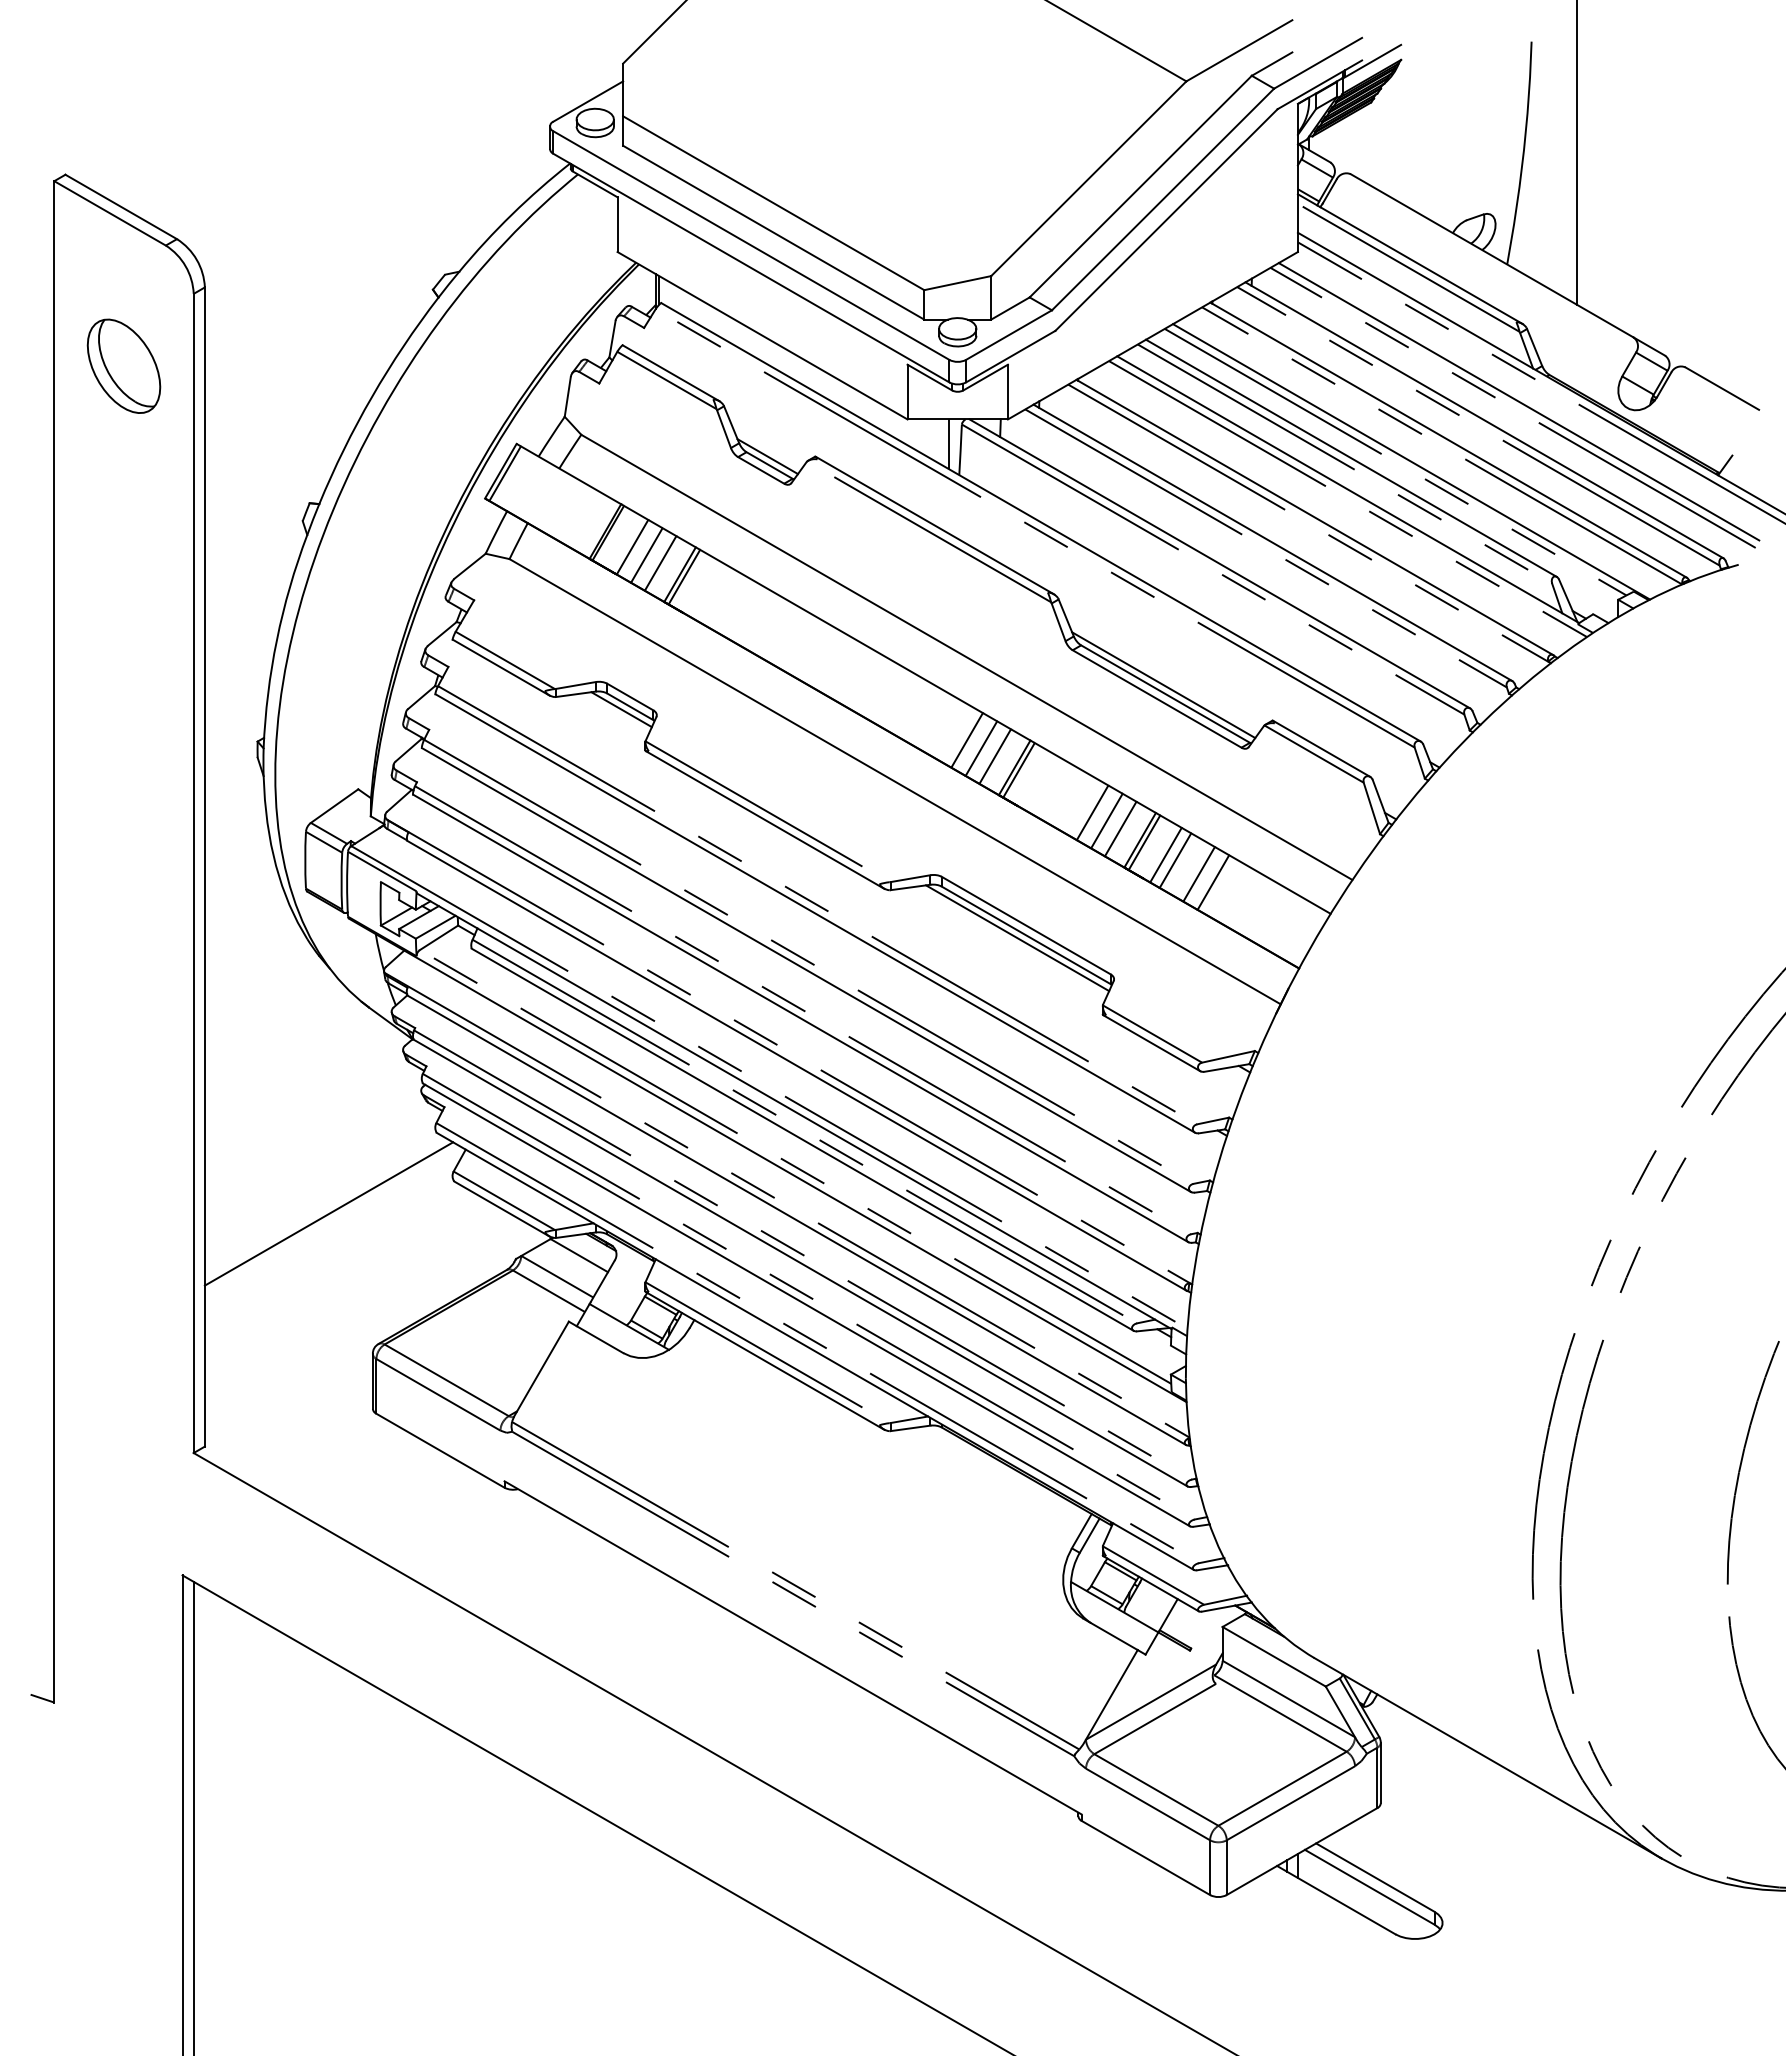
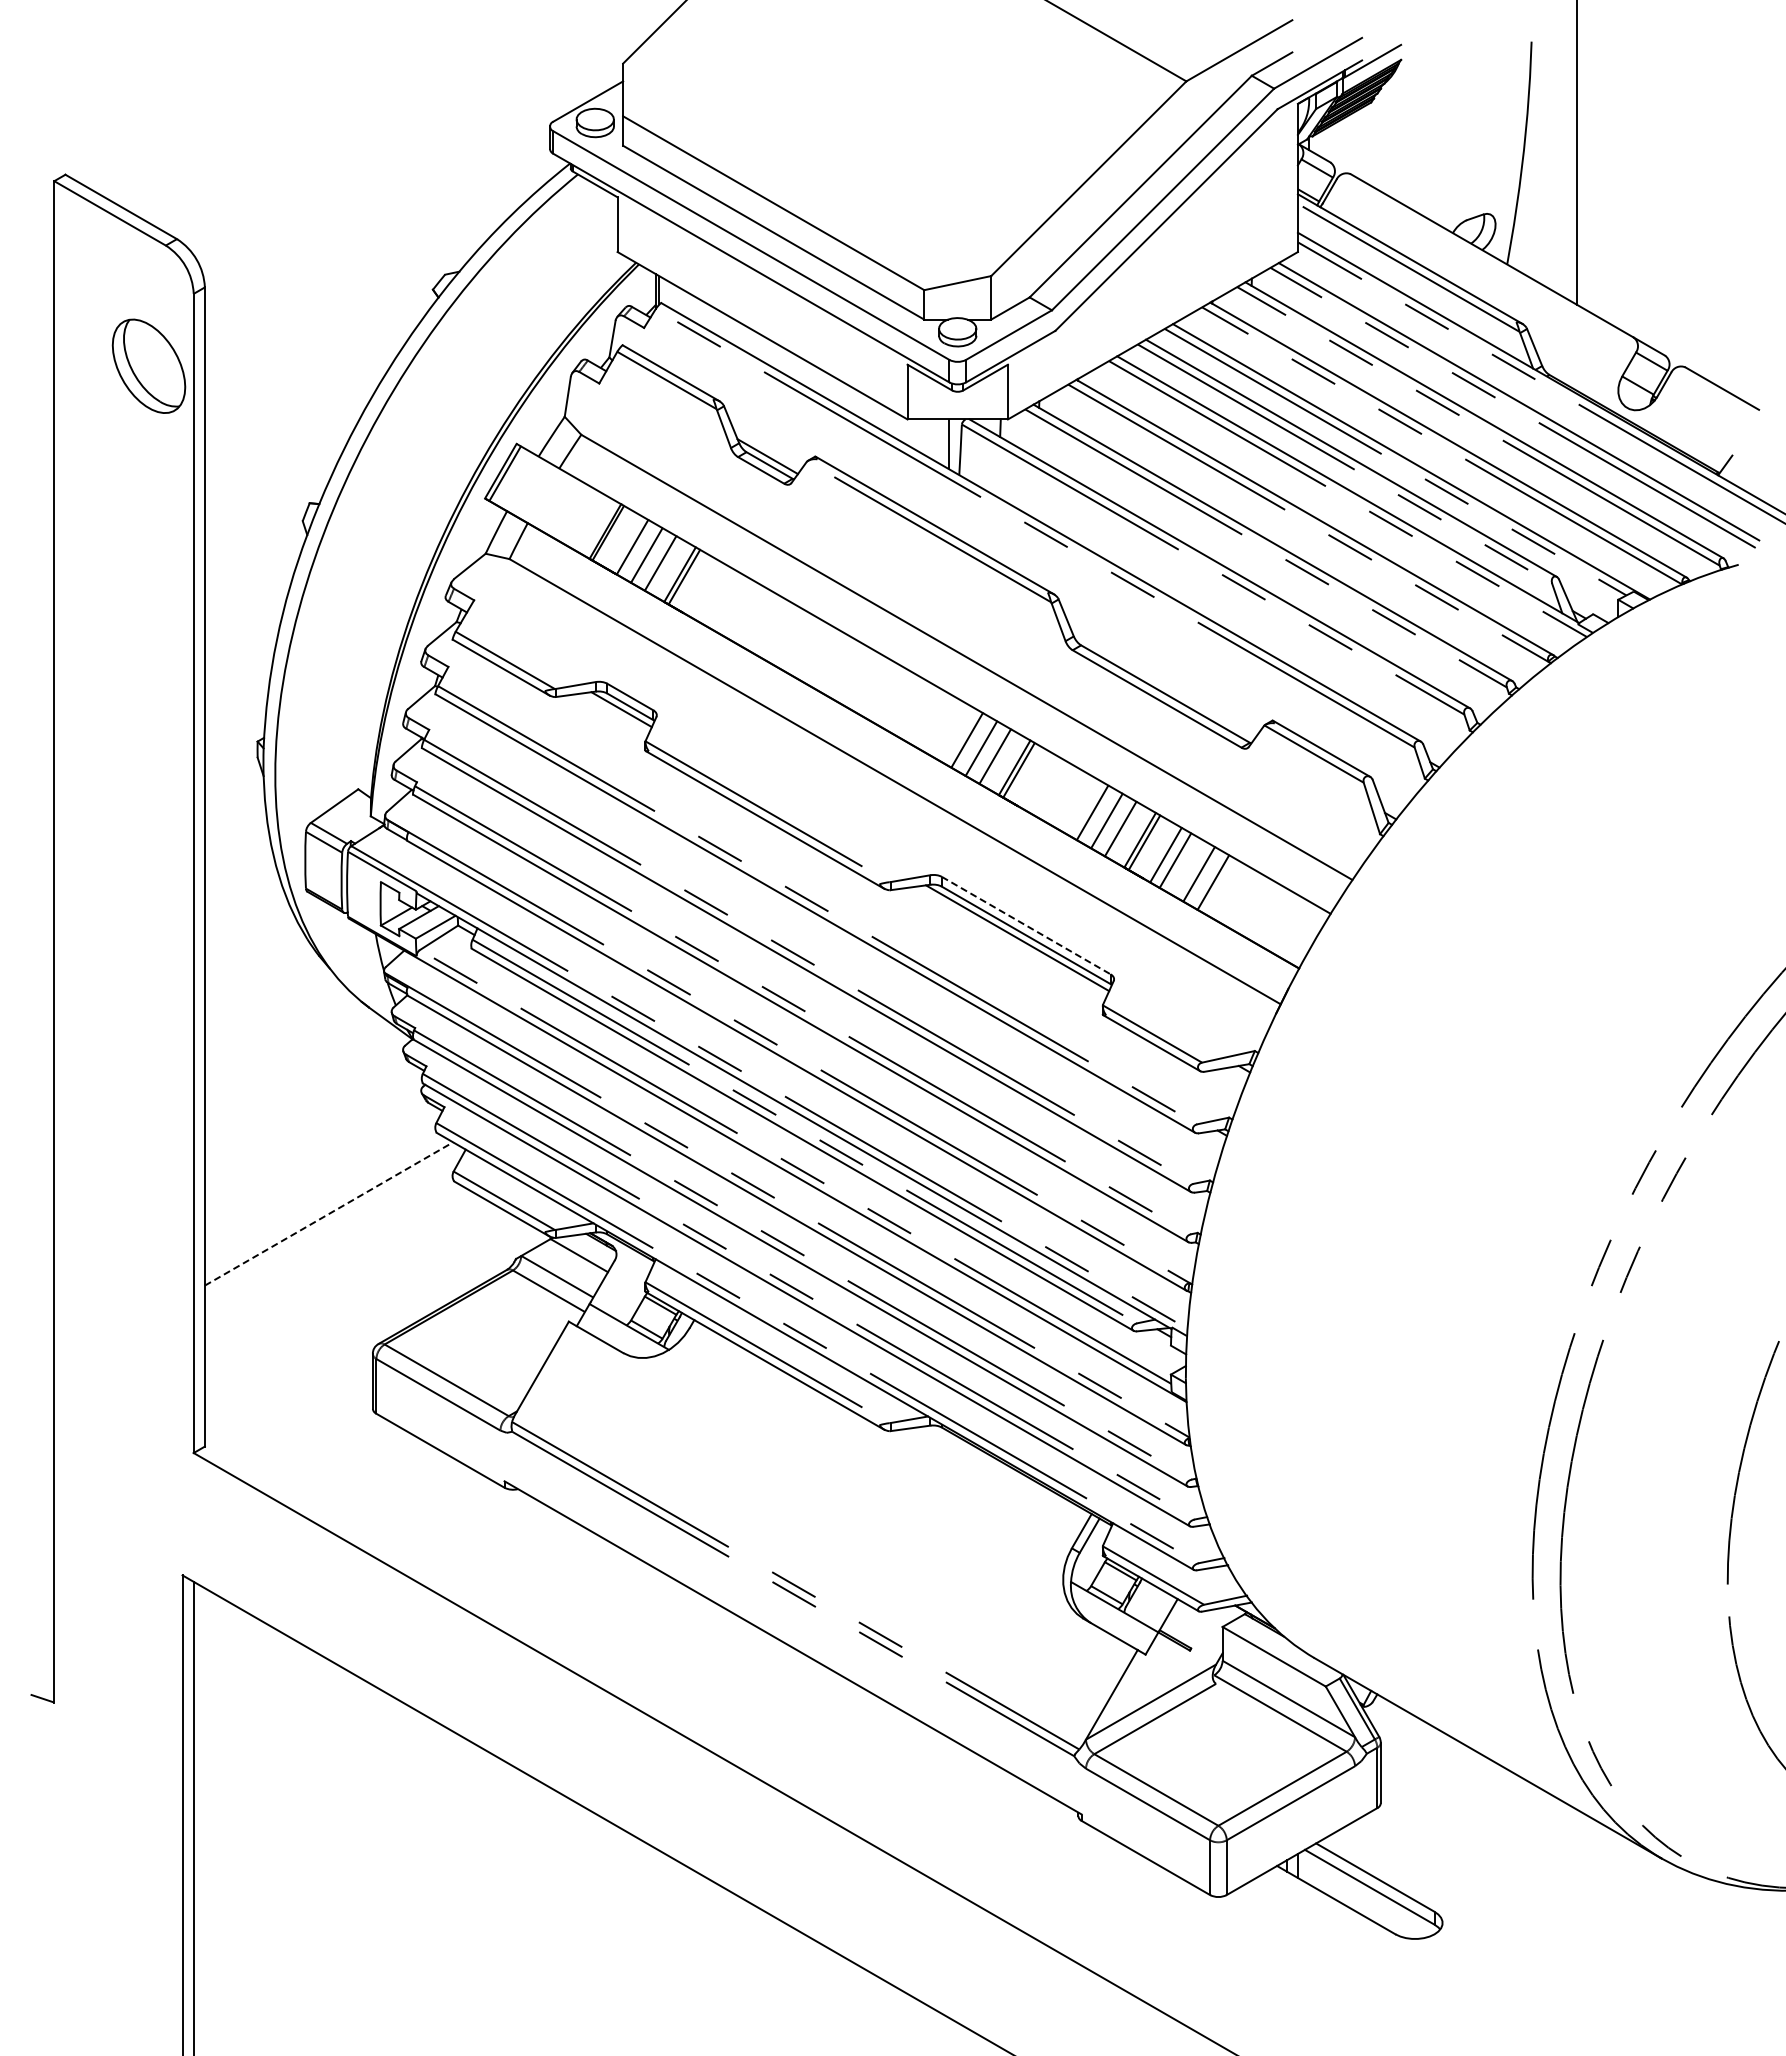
part at (123, 365) position: (123, 365) -> (148, 365)
line at (1163, 685): present -> none
line at (1026, 925): solid -> dashed
line at (329, 1213): solid -> dashed
